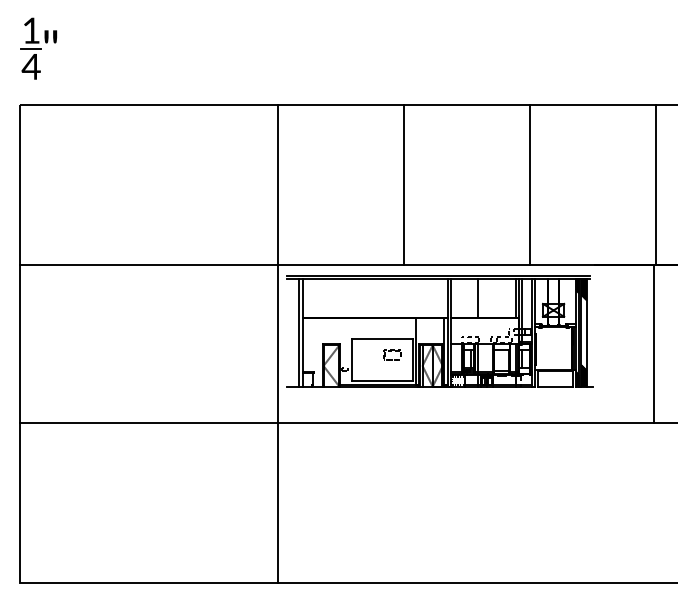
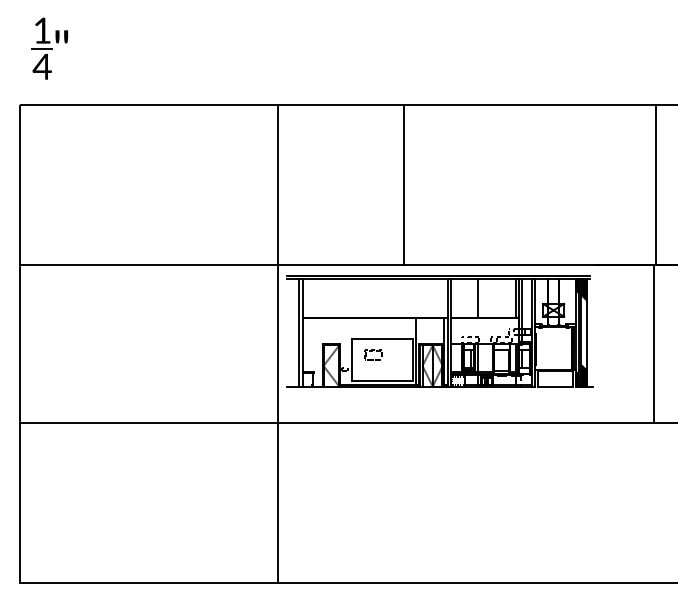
part at (38, 48) position: (38, 48) -> (49, 48)
line at (530, 185): present -> none
part at (392, 354) position: (392, 354) -> (373, 354)
